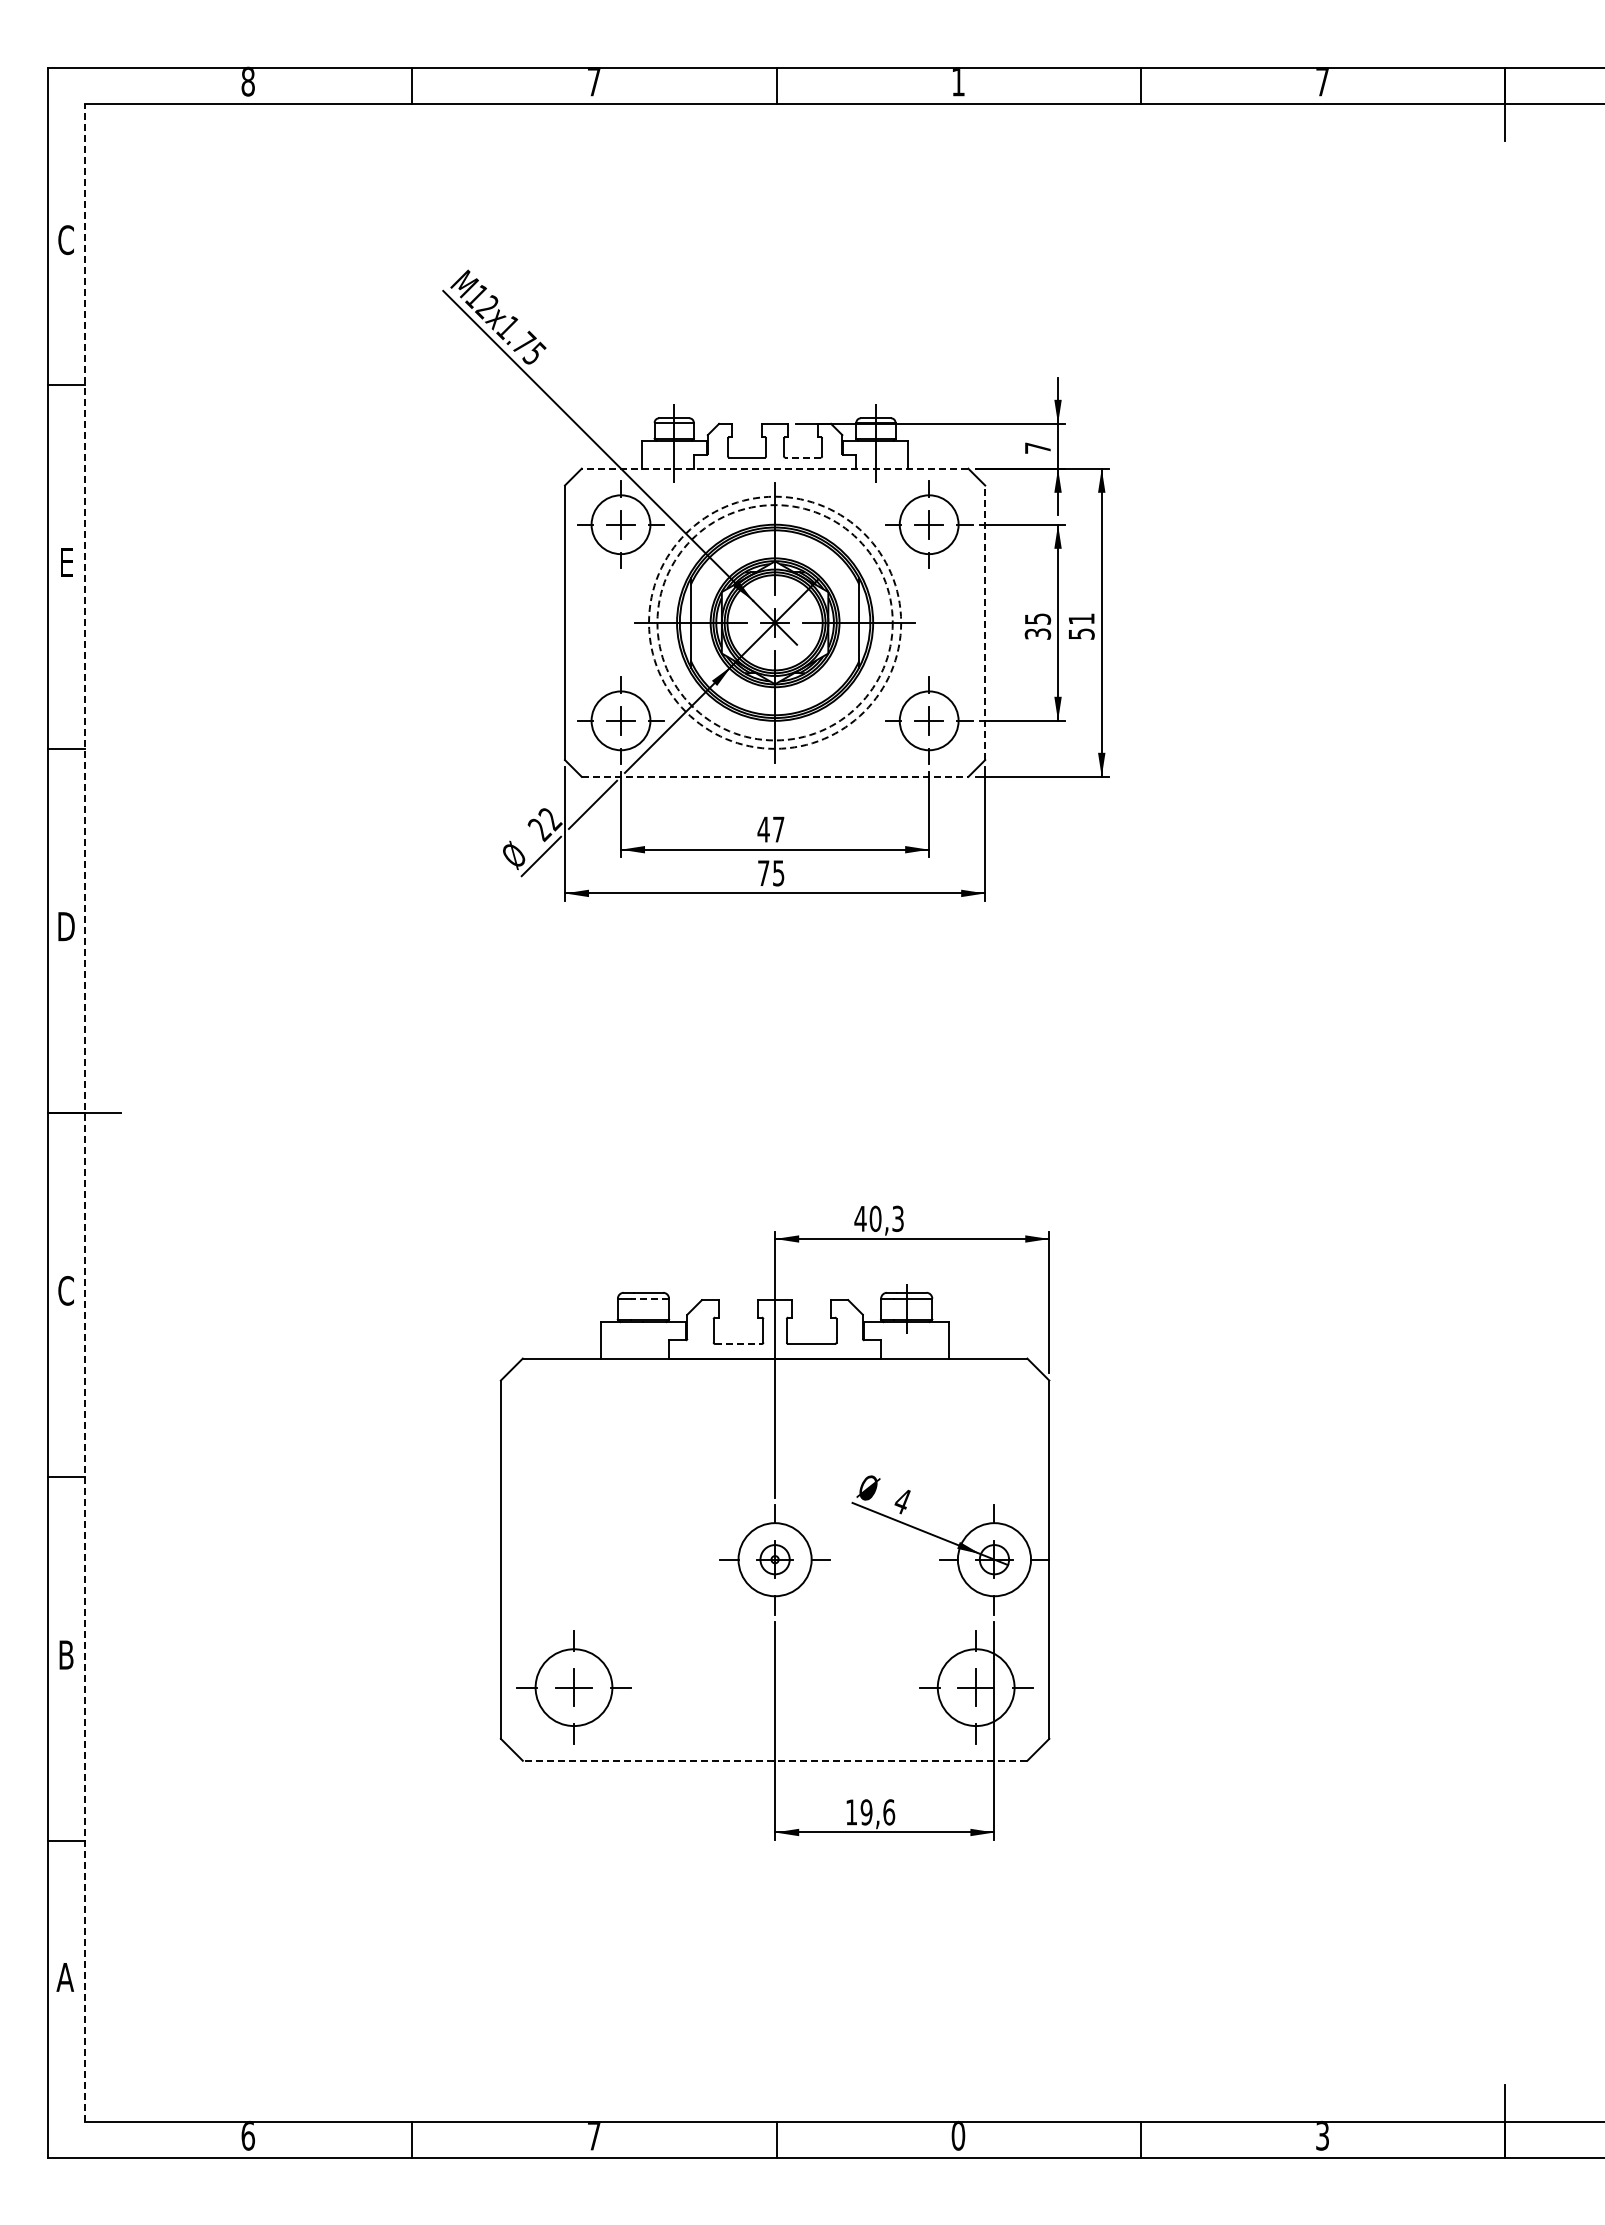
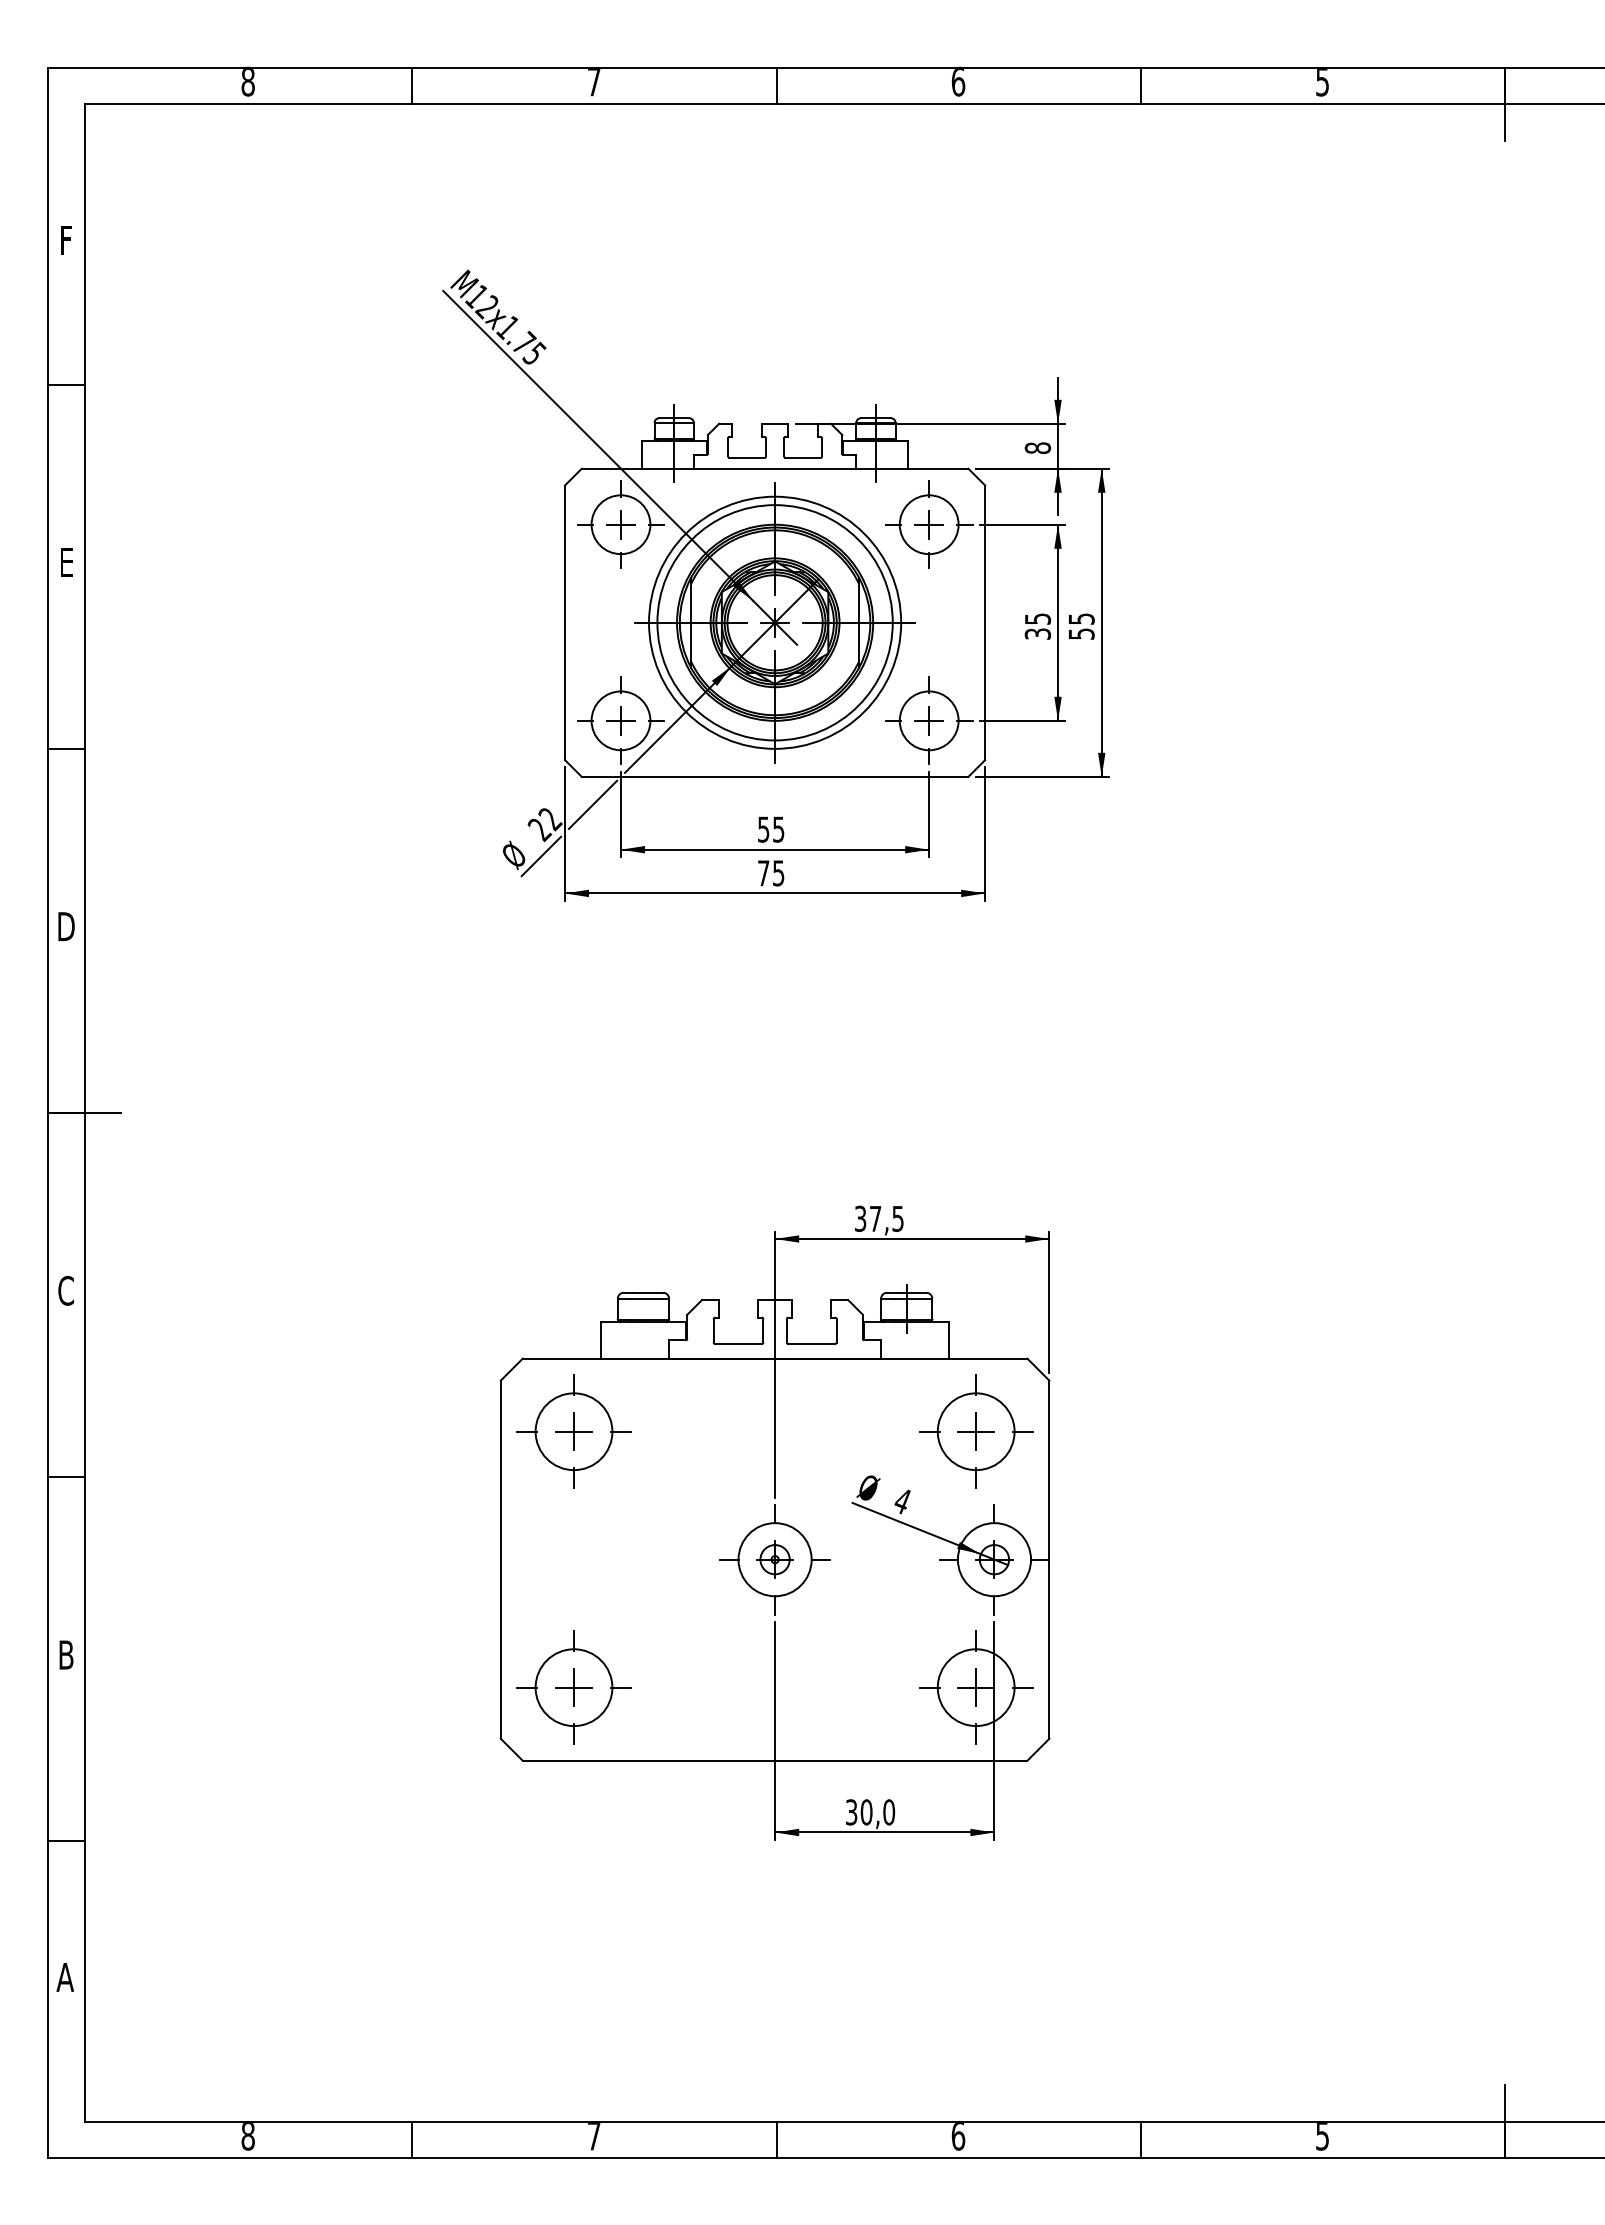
text at (958, 81): 1 -> 6
text at (1322, 82): 7 -> 5
text at (65, 240): C -> F
text at (1037, 448): 7 -> 8
line at (803, 457): dashed -> solid
line at (774, 468): dashed -> solid
text at (1081, 618): 51 -> 55
circle at (774, 622): dashed -> solid
circle at (775, 622): dashed -> solid
line at (985, 622): dashed -> solid
line at (775, 776): dashed -> solid
text at (770, 829): 47 -> 55
line at (84, 1112): dashed -> solid
text at (878, 1218): 40,3 -> 37,5
line at (649, 1298): dashed -> solid
line at (739, 1343): dashed -> solid
part at (573, 1431): none -> present
part at (976, 1431): none -> present
line at (774, 1760): dashed -> solid
text at (870, 1812): 19,6 -> 30,0
text at (1322, 2134): 3 -> 5
text at (958, 2135): 0 -> 6
text at (247, 2136): 6 -> 8
